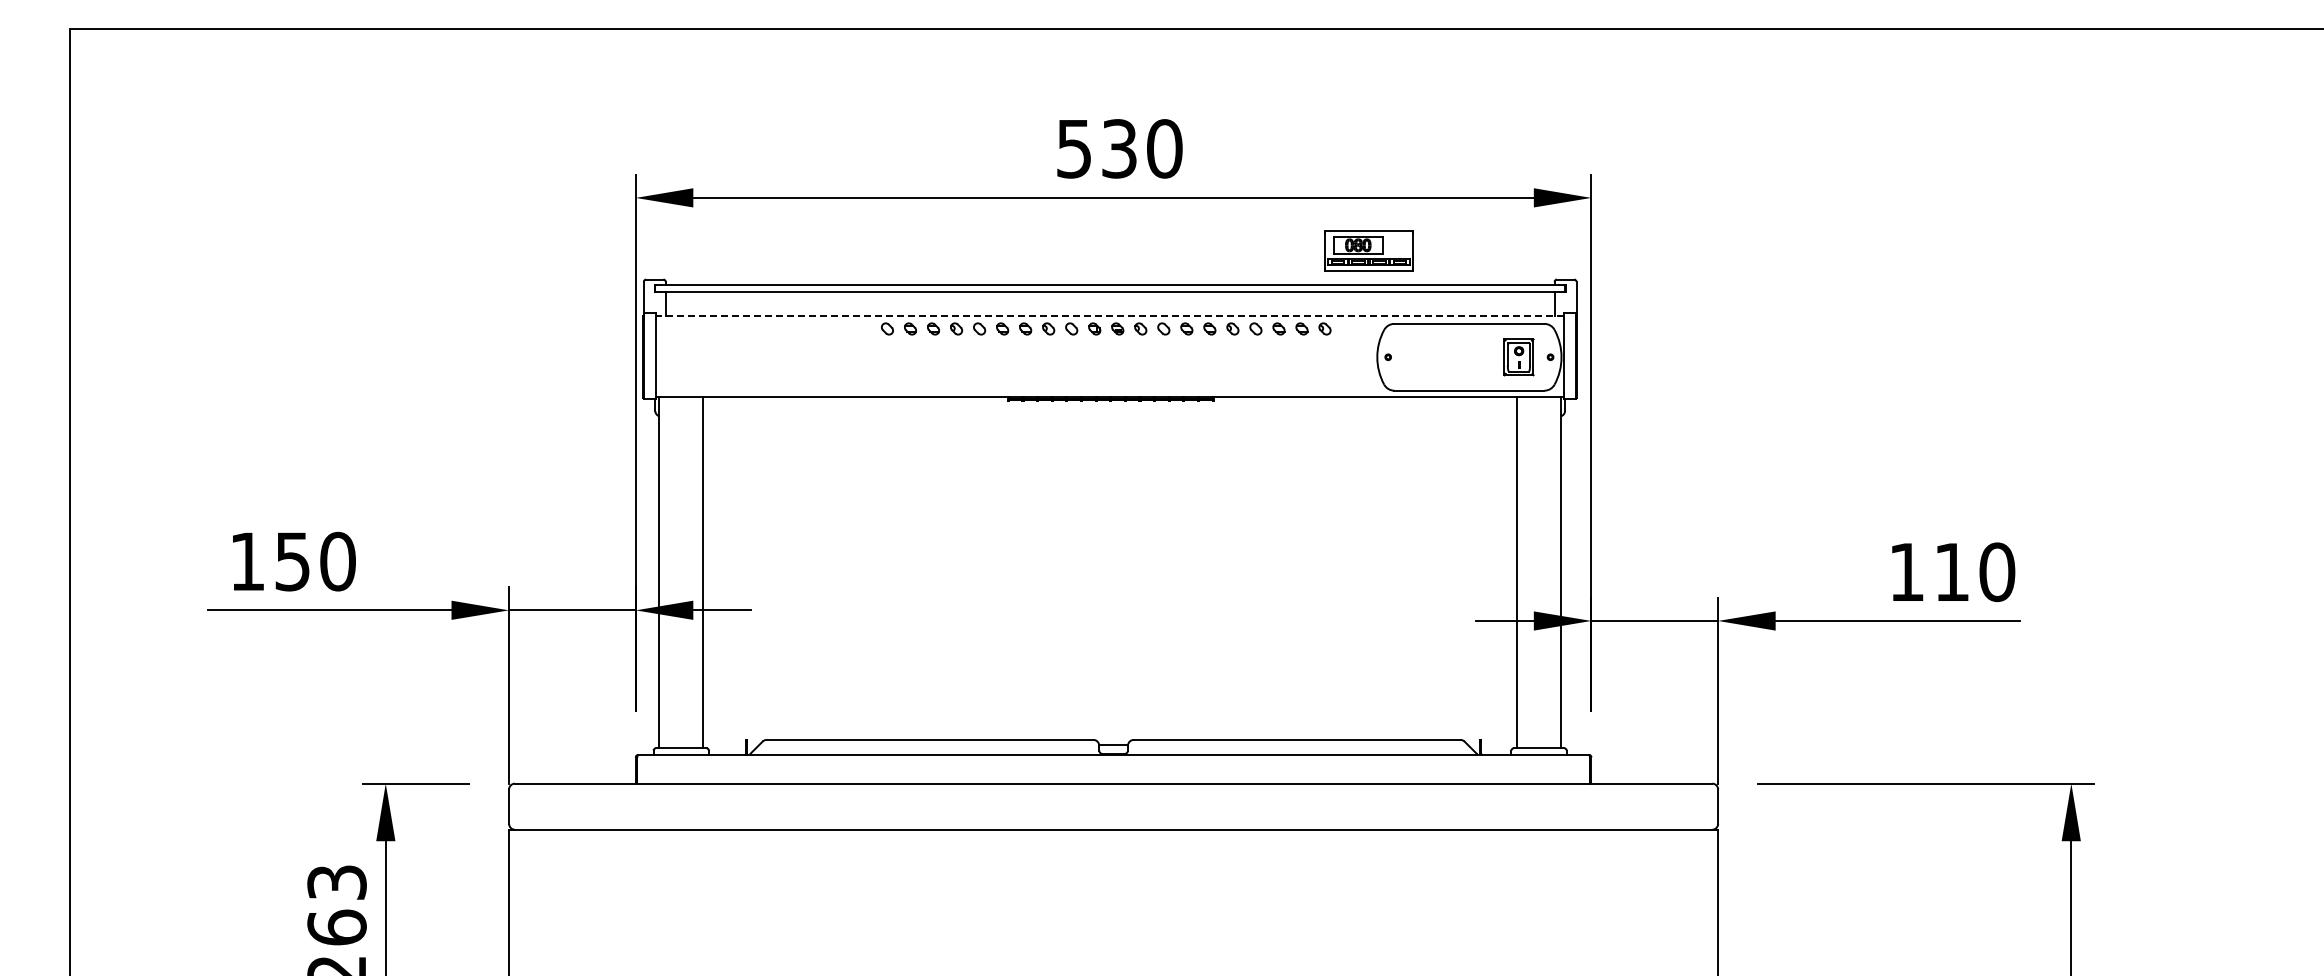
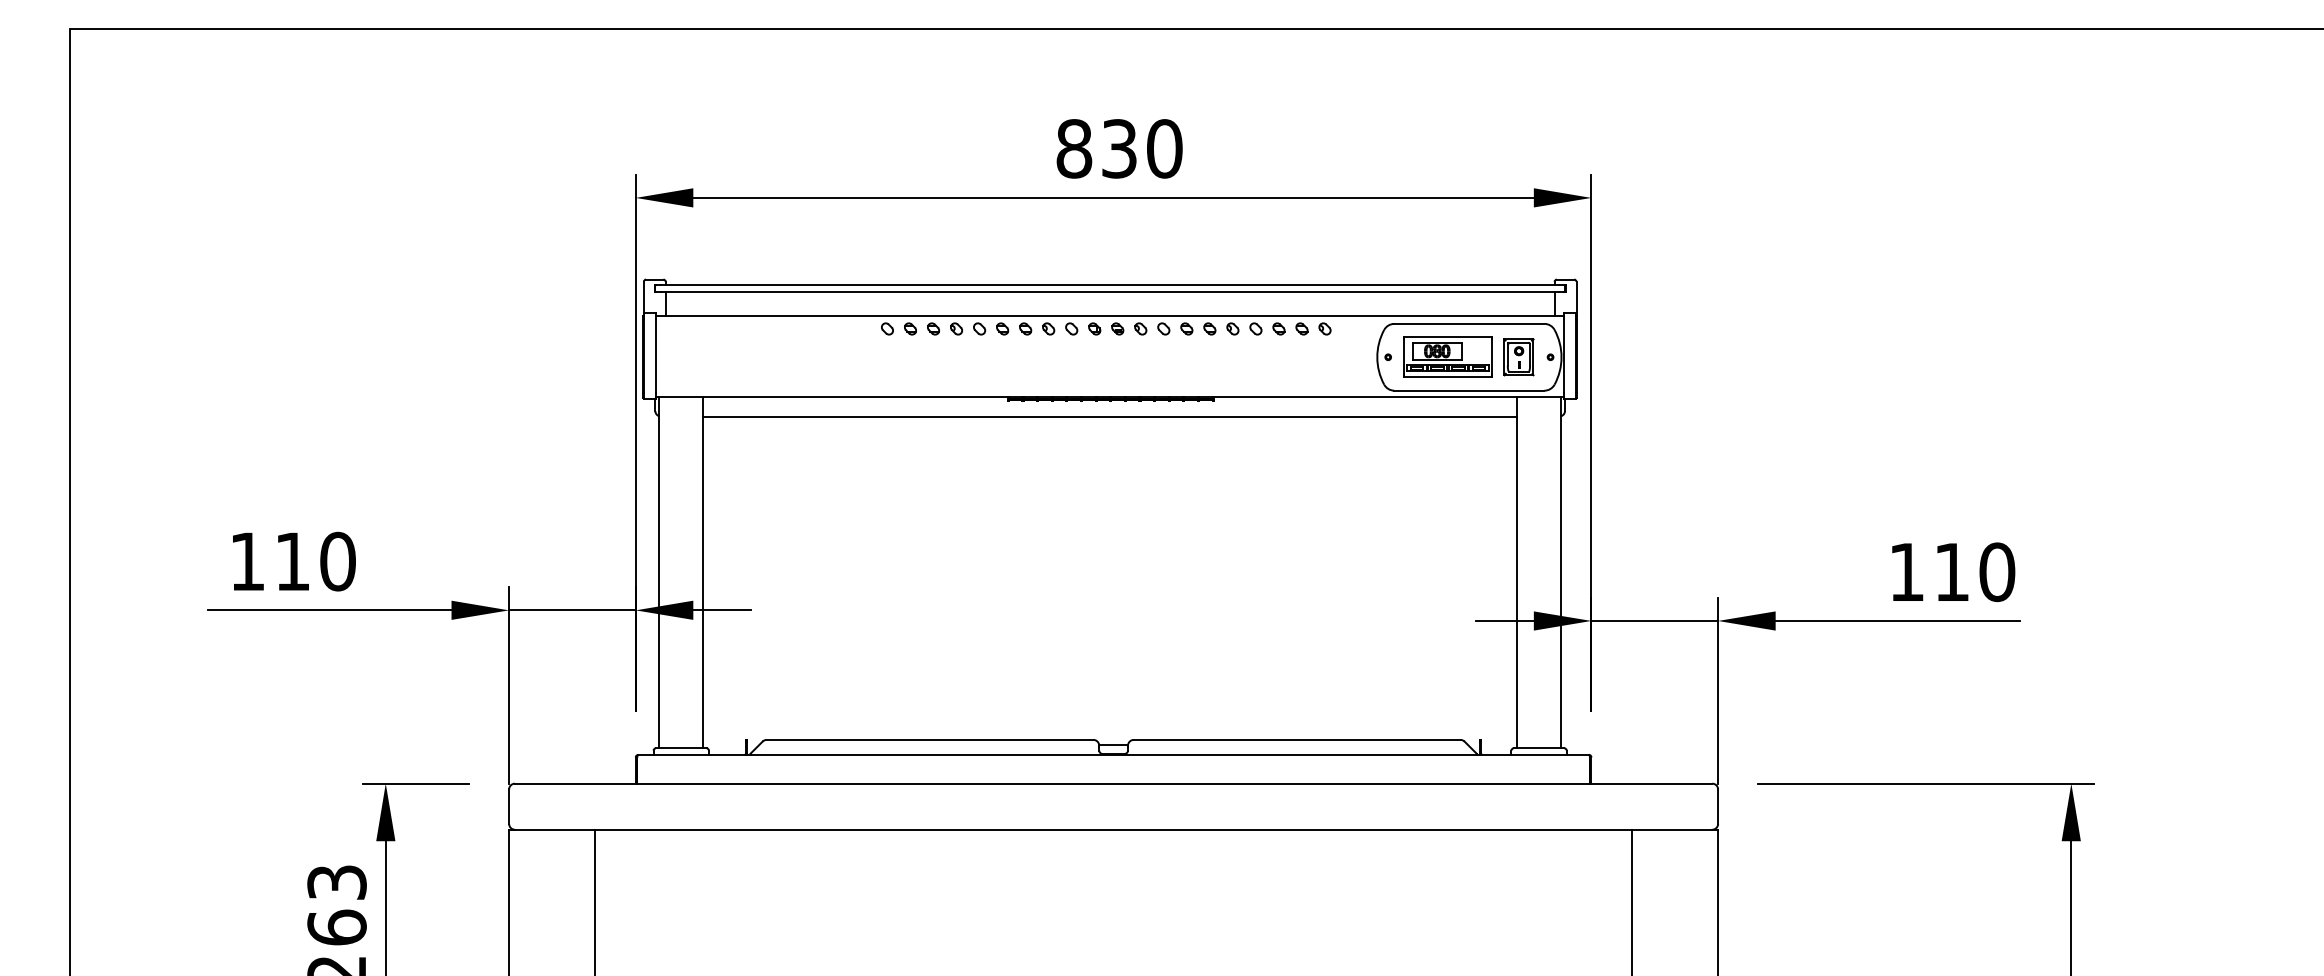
text at (1074, 148): 530 -> 830
part at (1368, 250) position: (1368, 250) -> (1447, 356)
line at (1109, 316): dashed -> solid
line at (1110, 416): none -> present
text at (292, 561): 150 -> 110
line at (595, 900): none -> present
line at (1631, 900): none -> present
